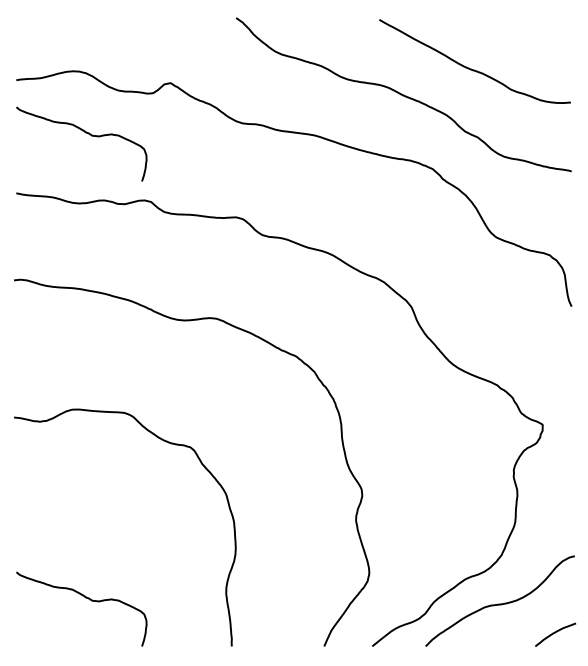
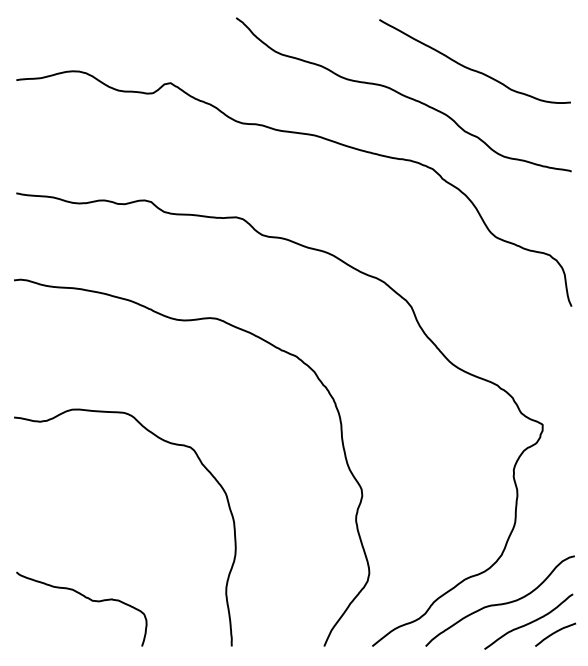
curve at (85, 133): present -> none
curve at (528, 622): none -> present
